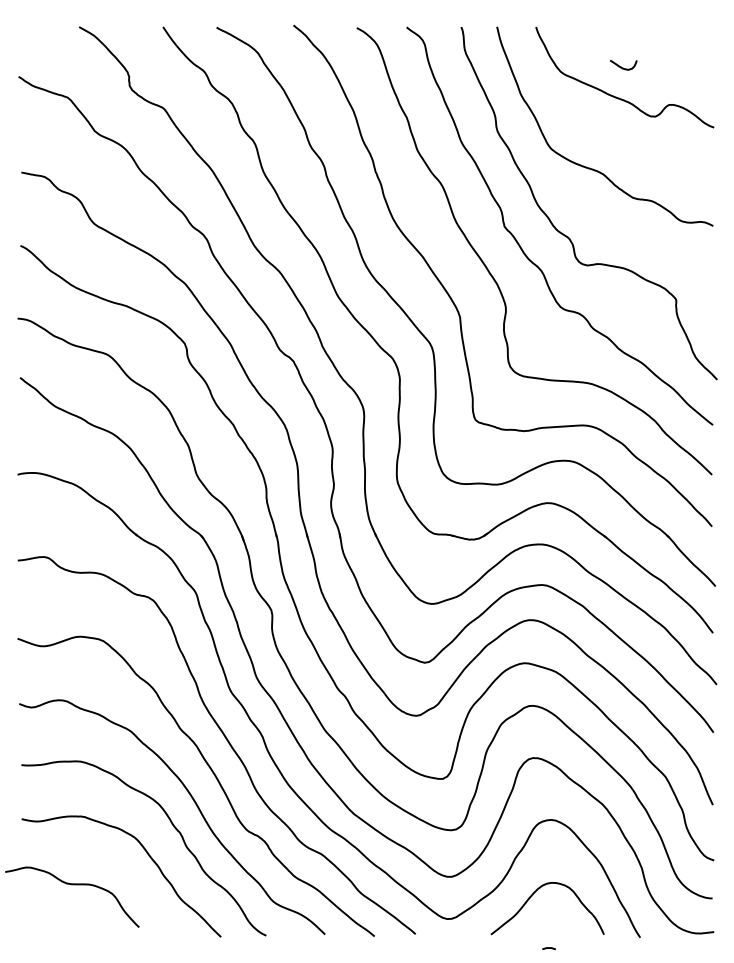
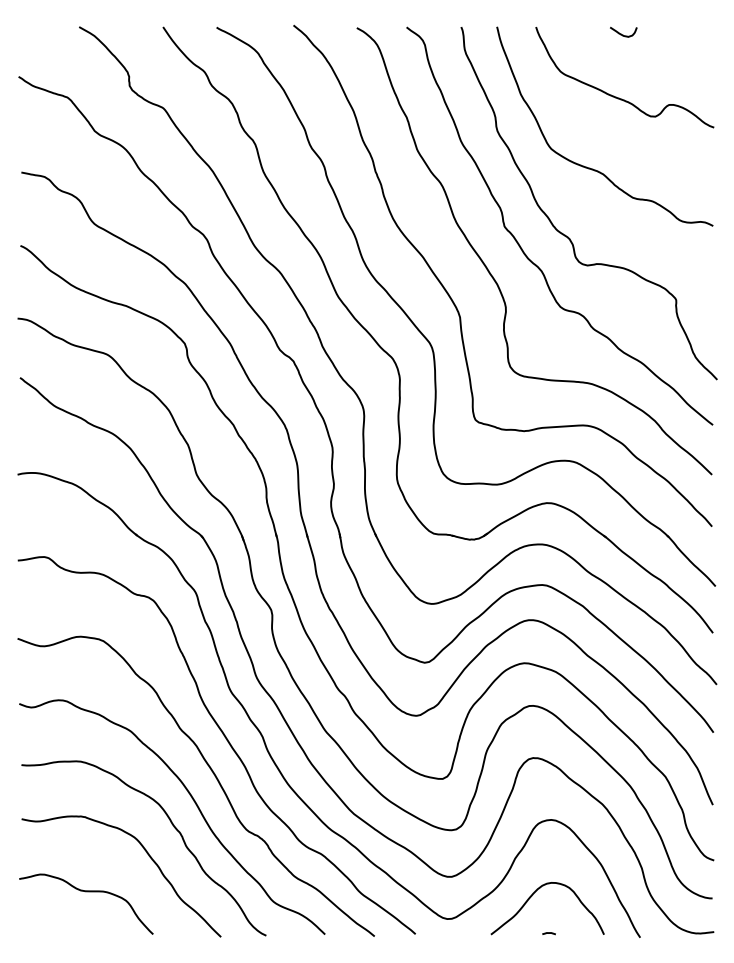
curve at (621, 66) position: (621, 66) -> (621, 33)
curve at (72, 885) position: (72, 885) -> (86, 892)
curve at (548, 948) position: (548, 948) -> (548, 933)
